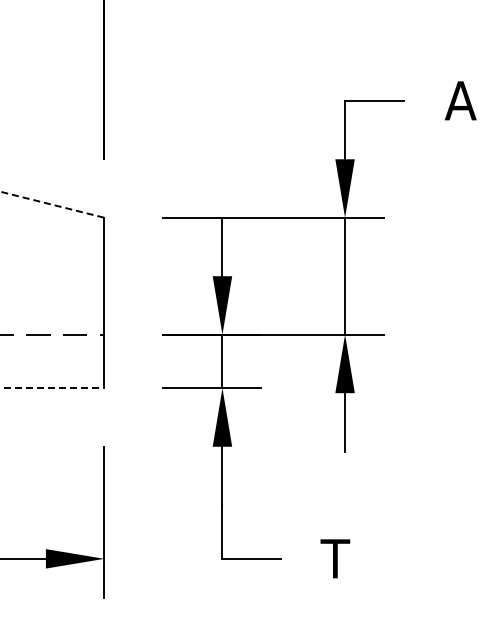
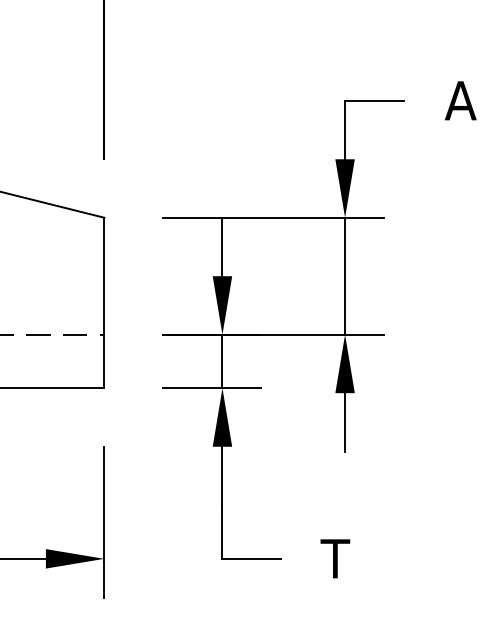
line at (53, 204): dashed -> solid
line at (52, 388): dashed -> solid
